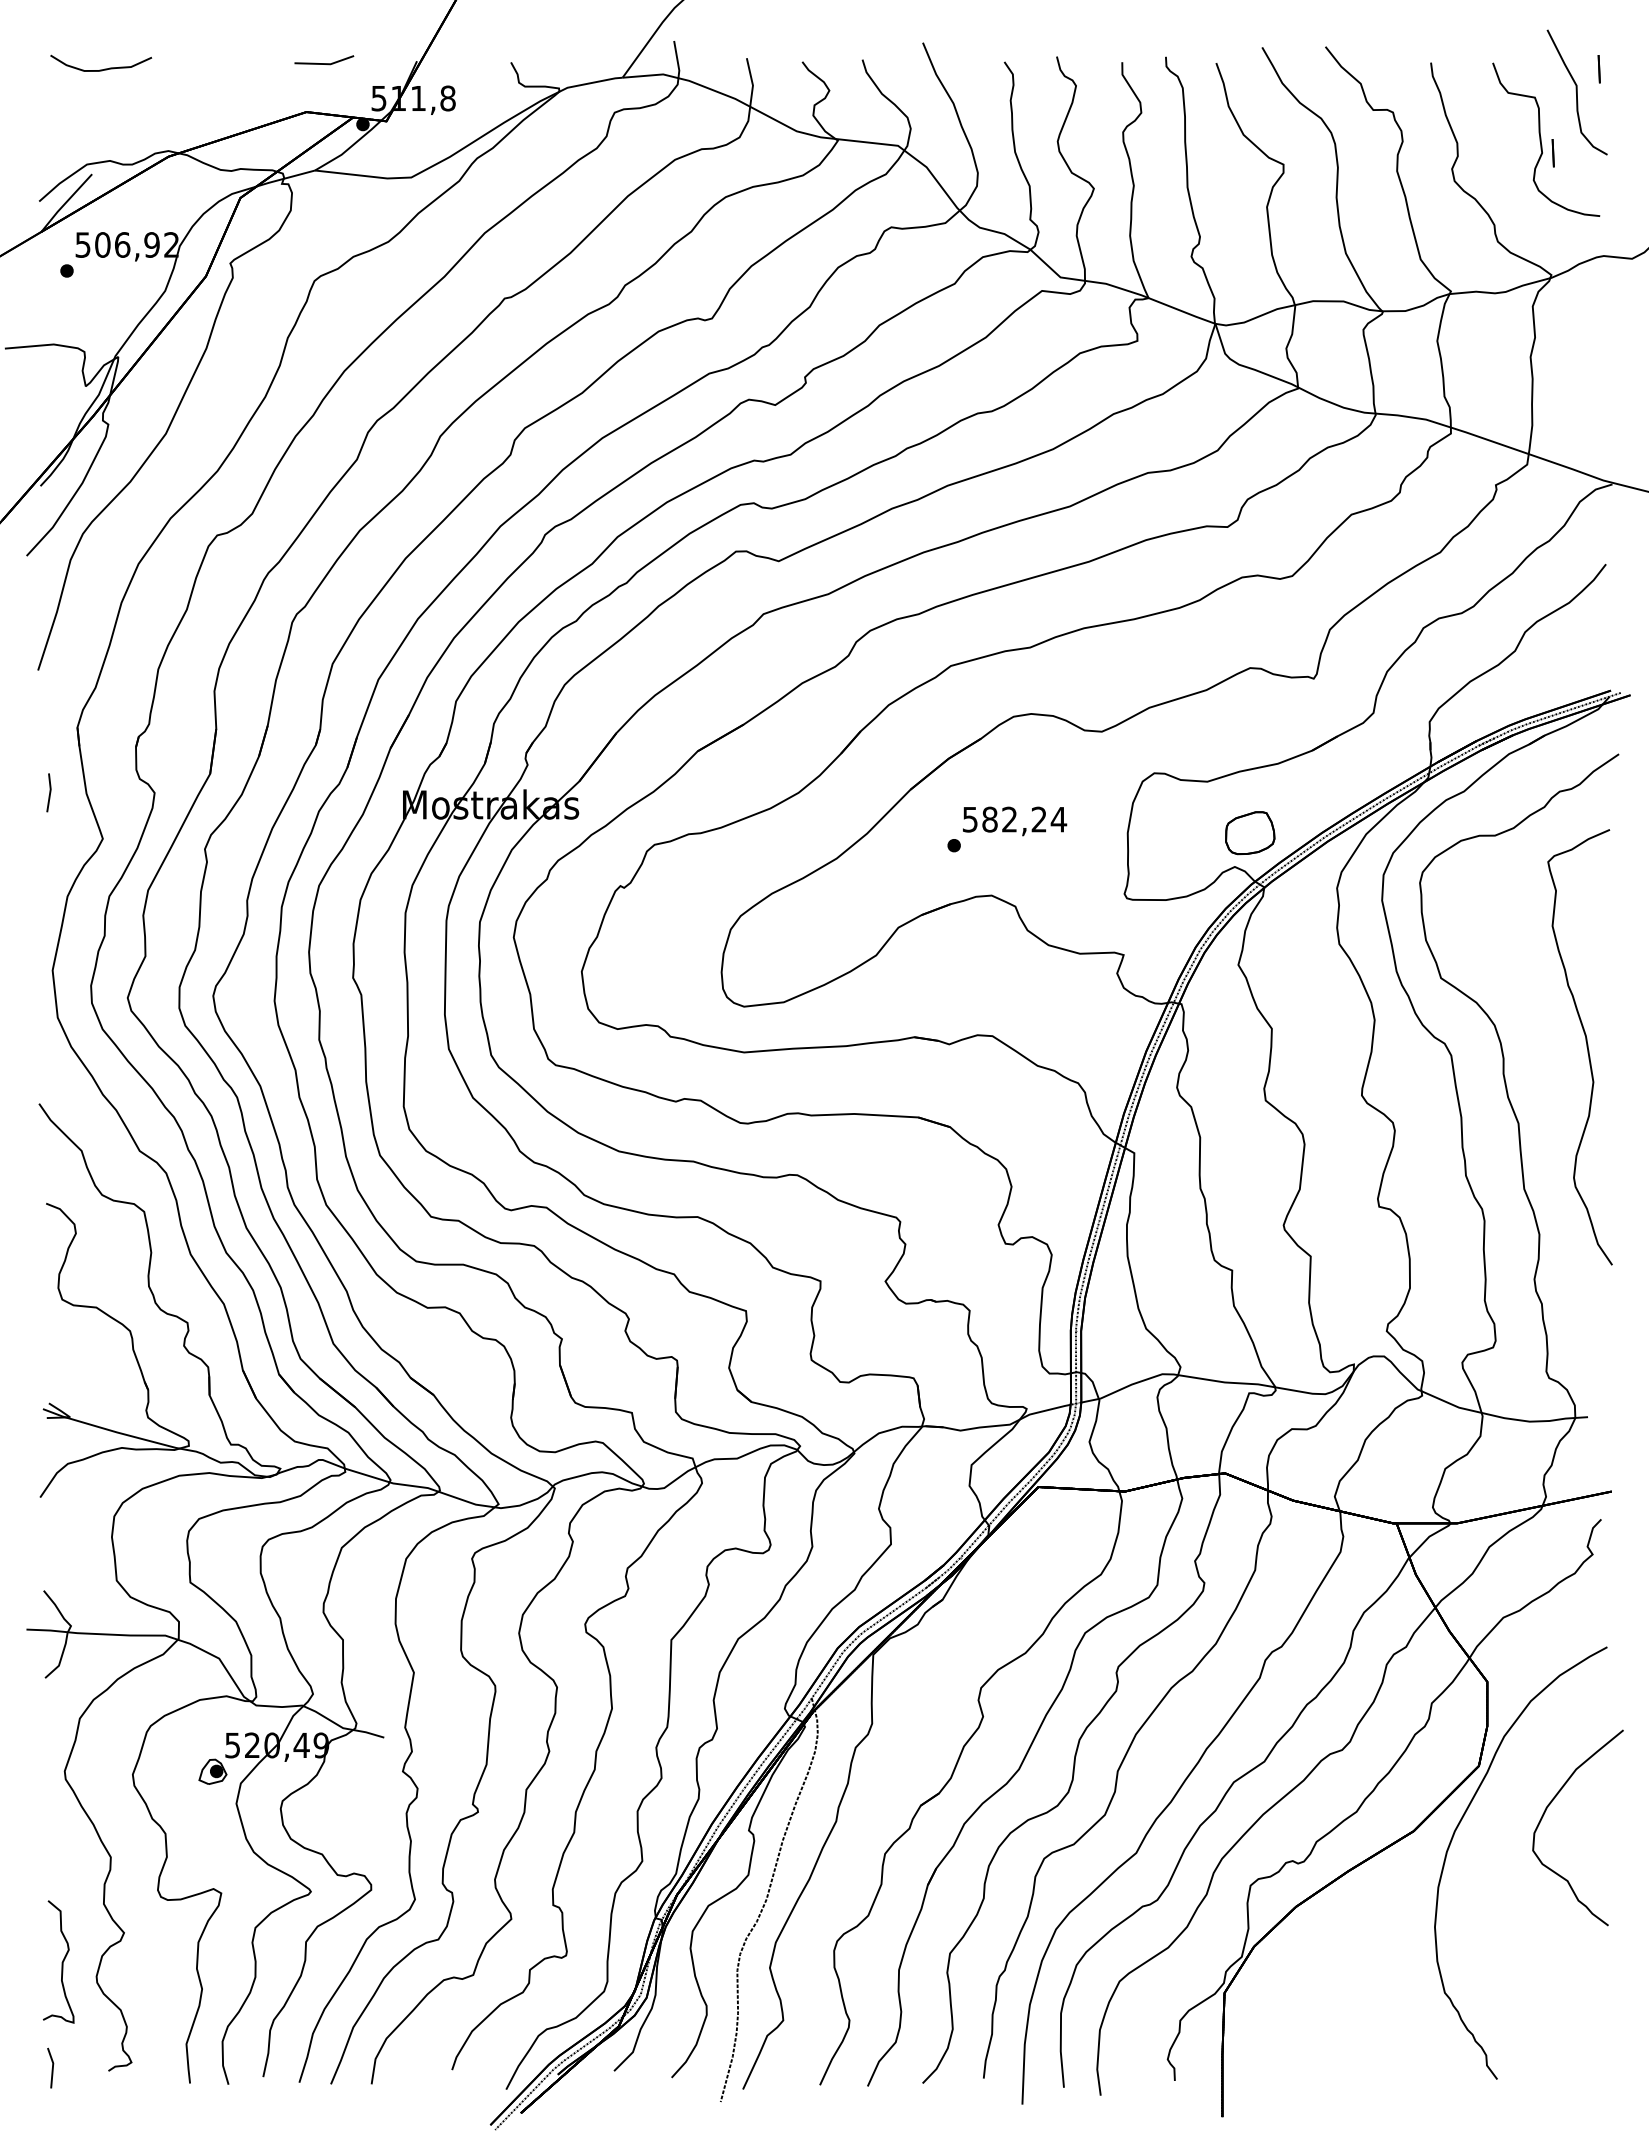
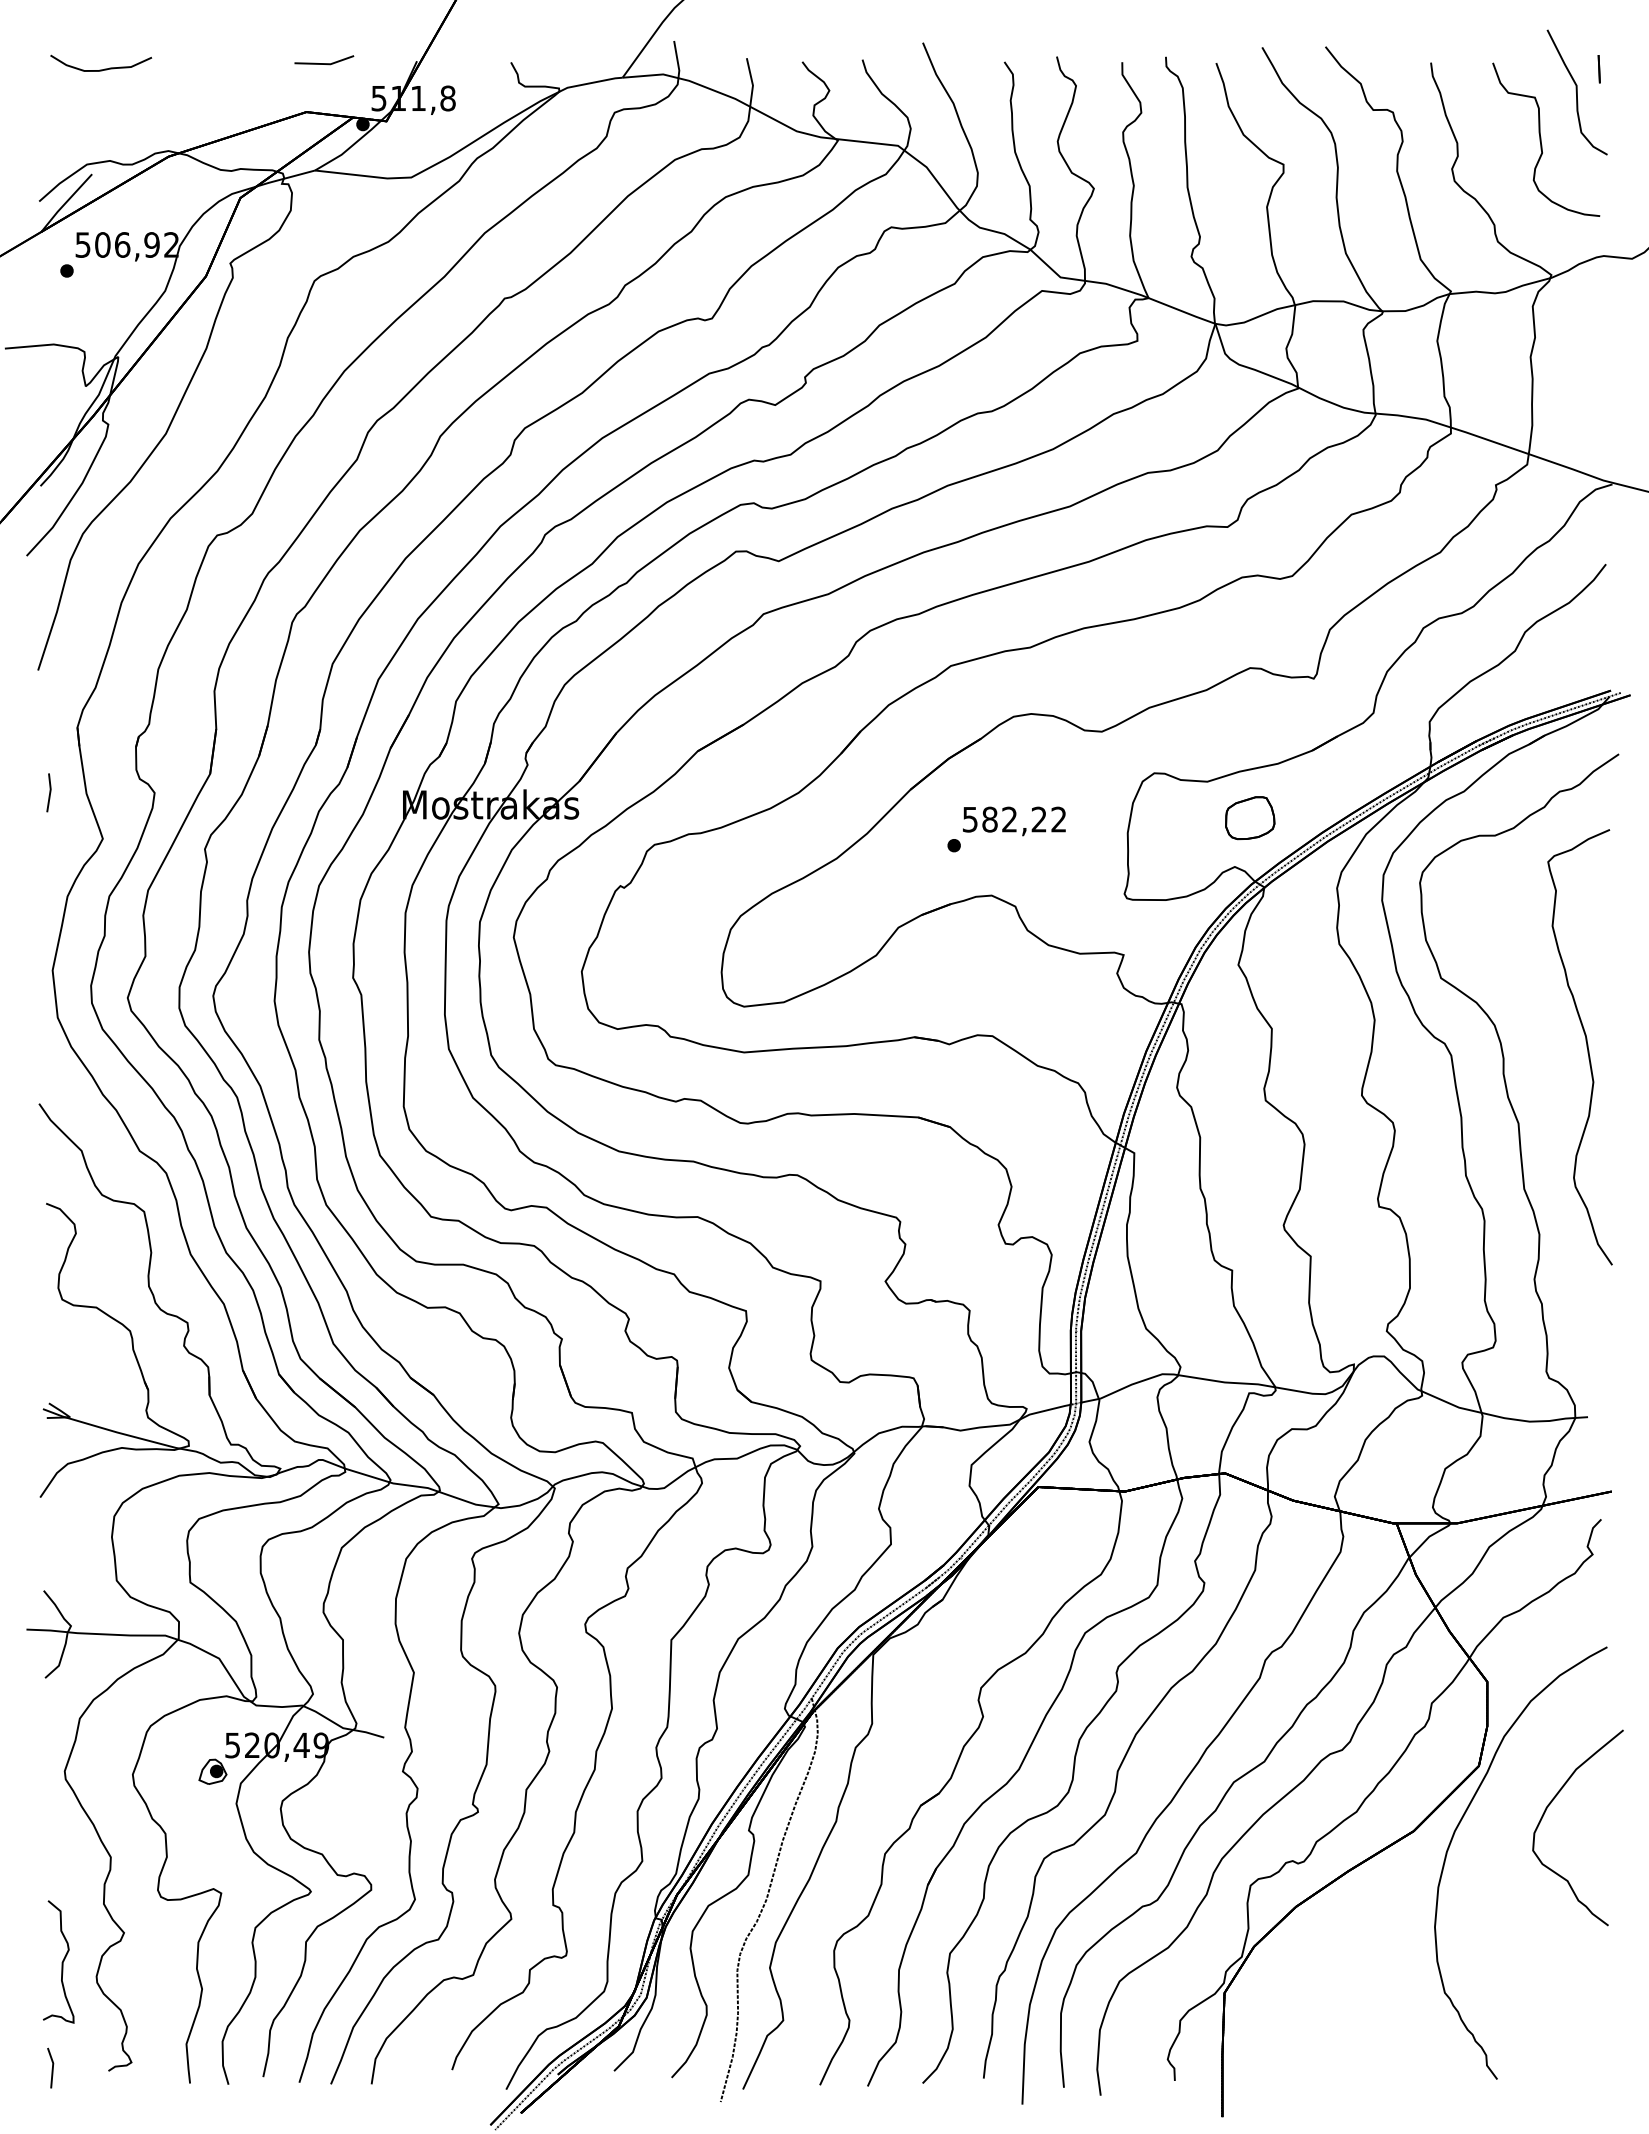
line at (1552, 153): present -> none
text at (1058, 819): 582,24 -> 582,22
part at (1250, 833) position: (1250, 833) -> (1250, 818)
